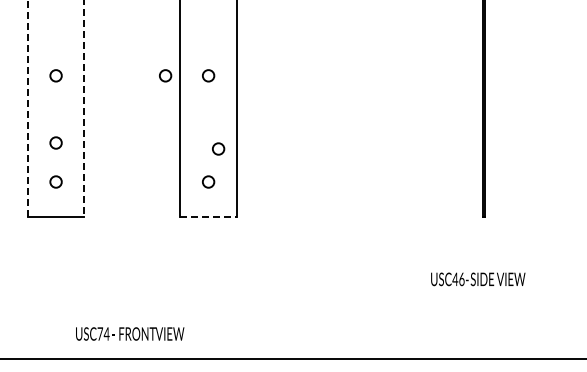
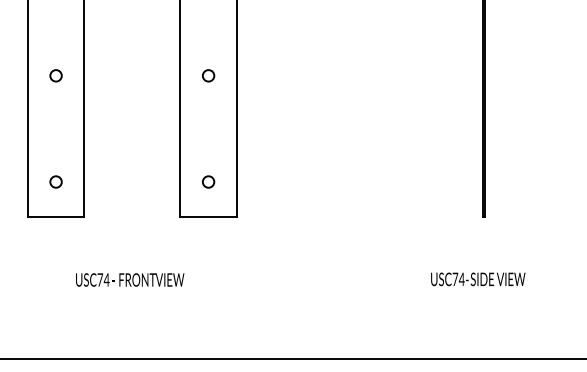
circle at (165, 75): present -> none
line at (27, 108): dashed -> solid
line at (84, 108): dashed -> solid
circle at (55, 142): present -> none
circle at (218, 148): present -> none
line at (209, 217): dashed -> solid
text at (458, 279): USC46- -> USC74-
text at (130, 333) position: (130, 333) -> (130, 279)
